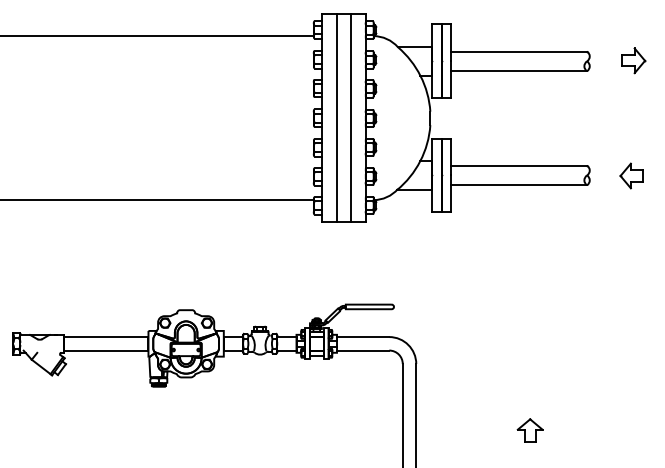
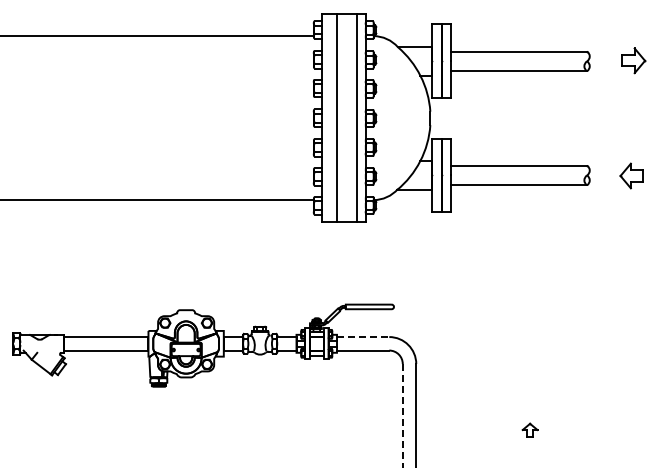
line at (351, 117) position: (351, 117) -> (357, 117)
line at (363, 337): solid -> dashed
line at (402, 415): solid -> dashed
part at (529, 430) size: 28x25 px -> 18x16 px
